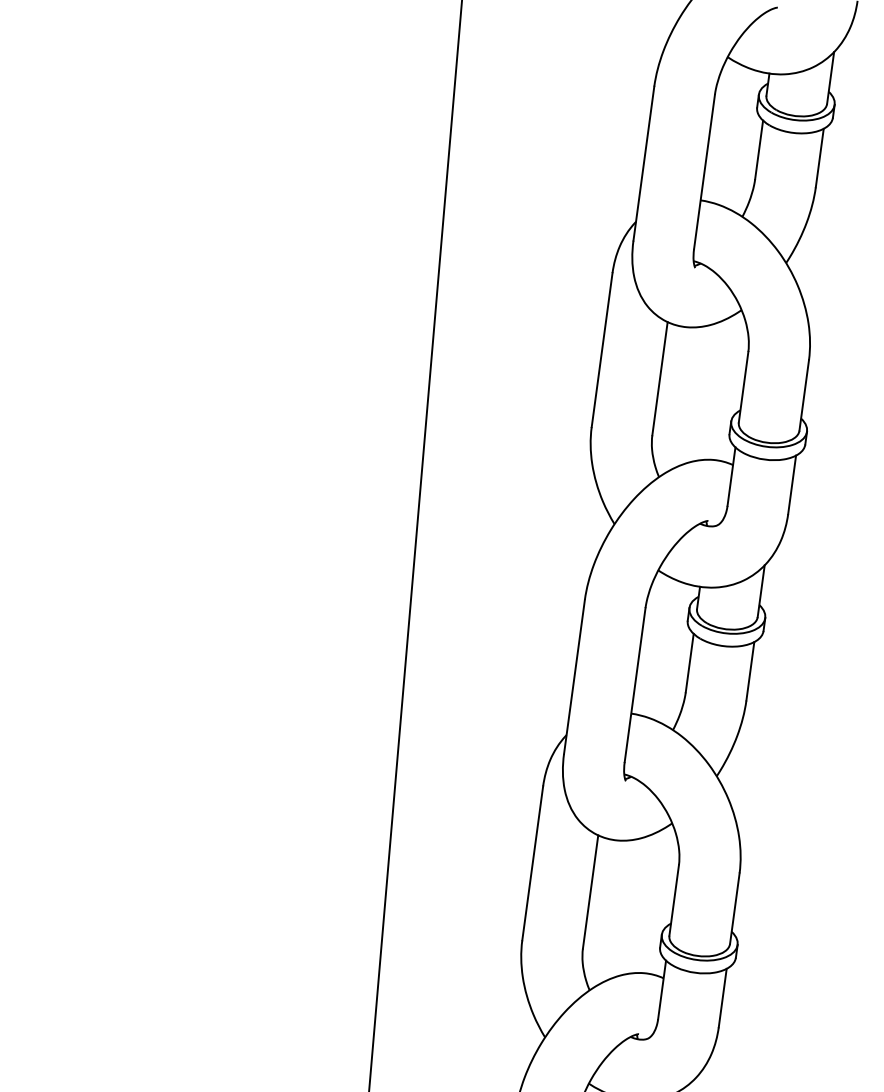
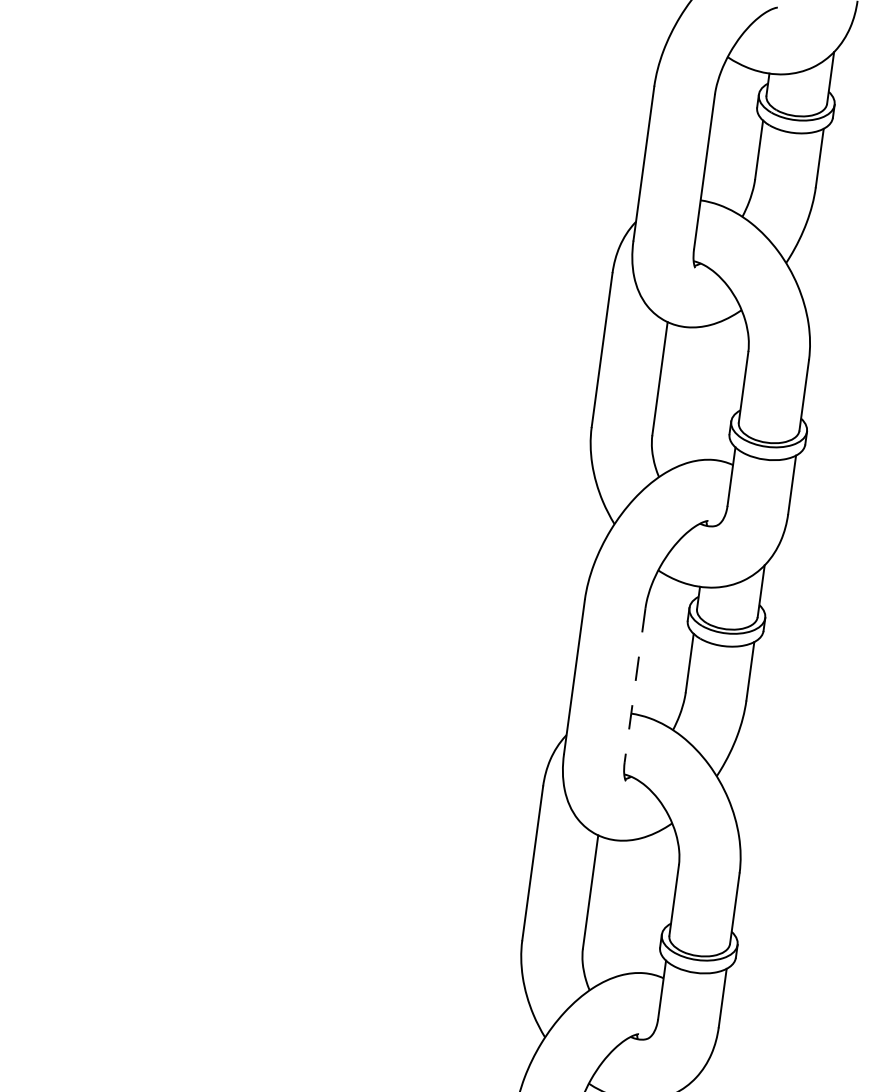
line at (415, 545): present -> none
line at (635, 685): solid -> dashed
